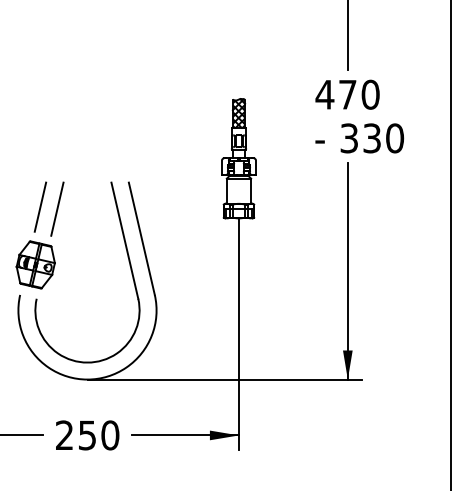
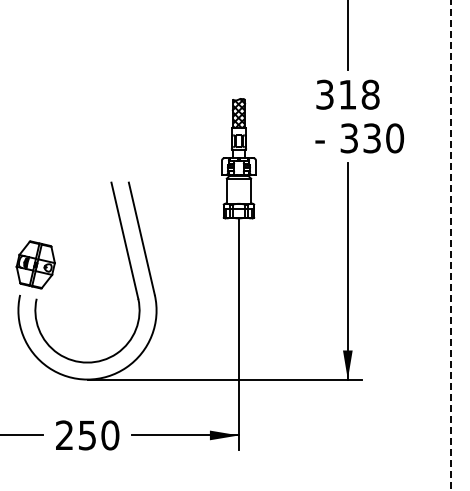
text at (347, 94): 470 -> 318
line at (40, 206): present -> none
line at (57, 208): present -> none
line at (451, 246): solid -> dashed
